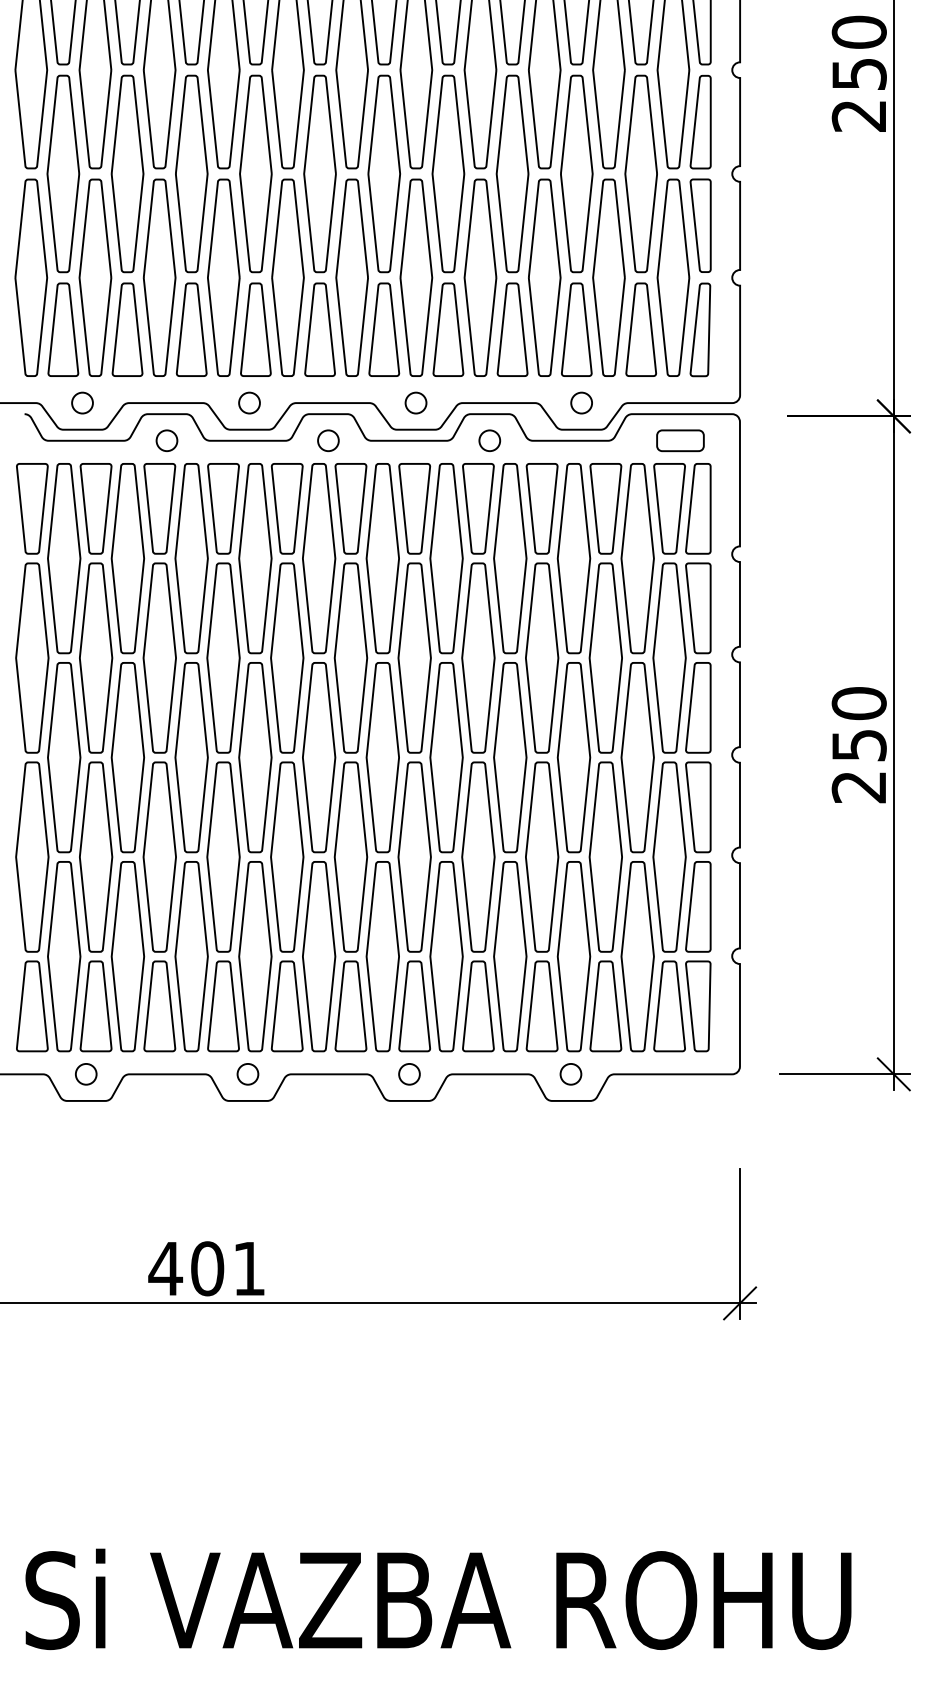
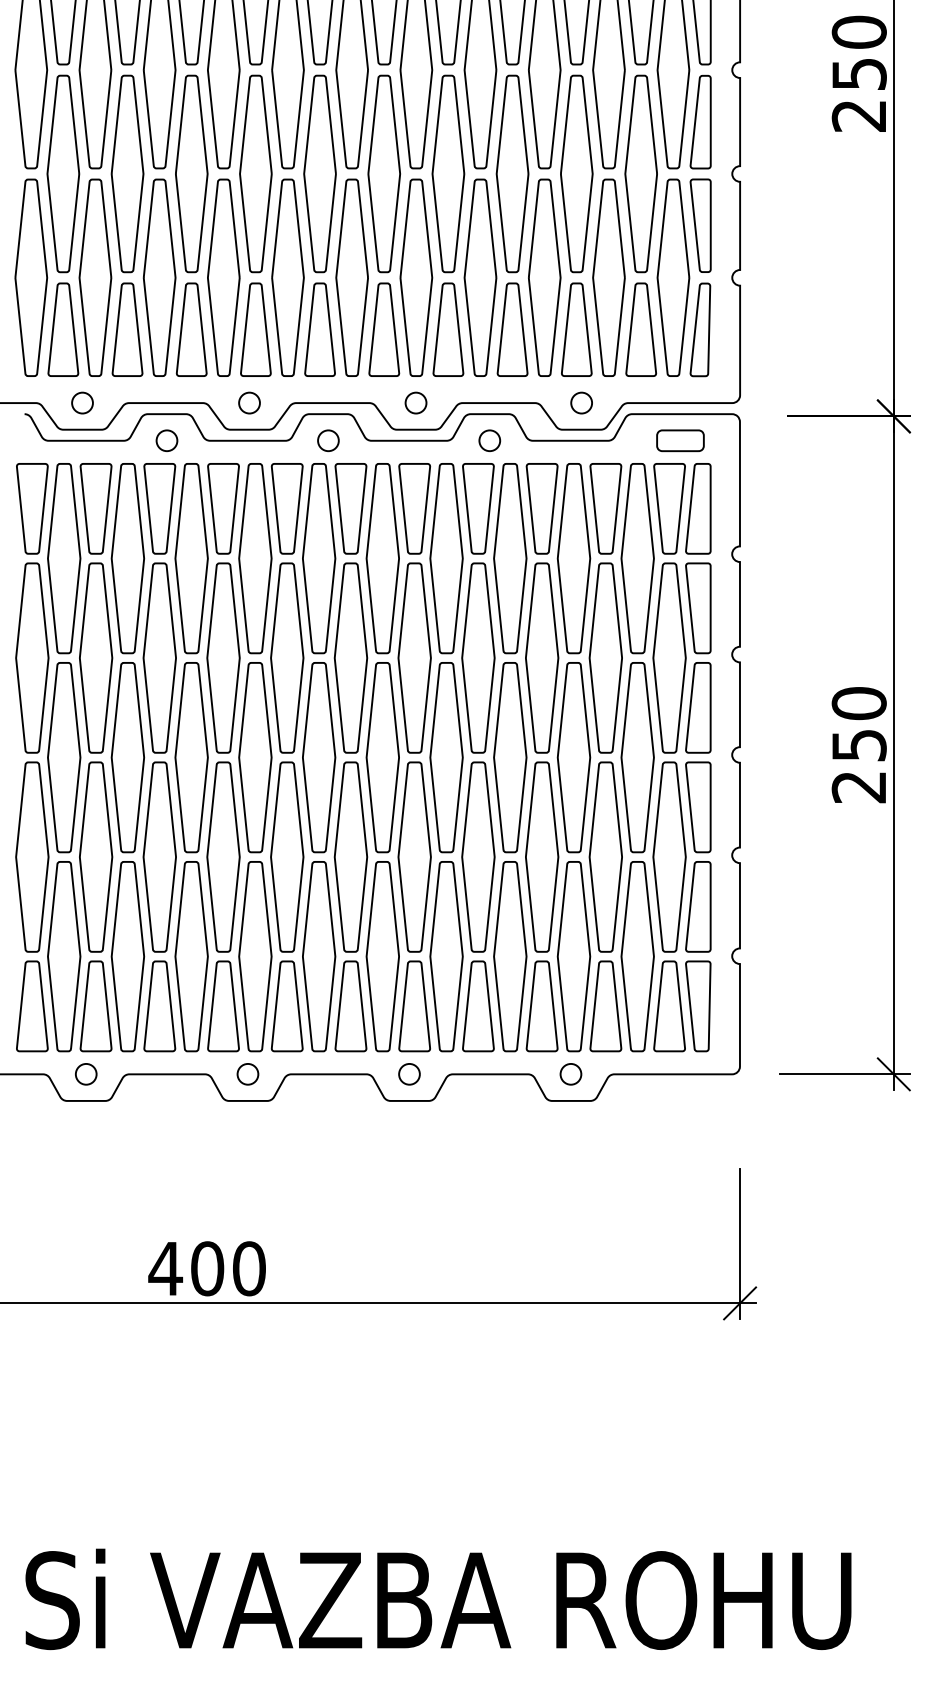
text at (249, 1268): 401 -> 400
